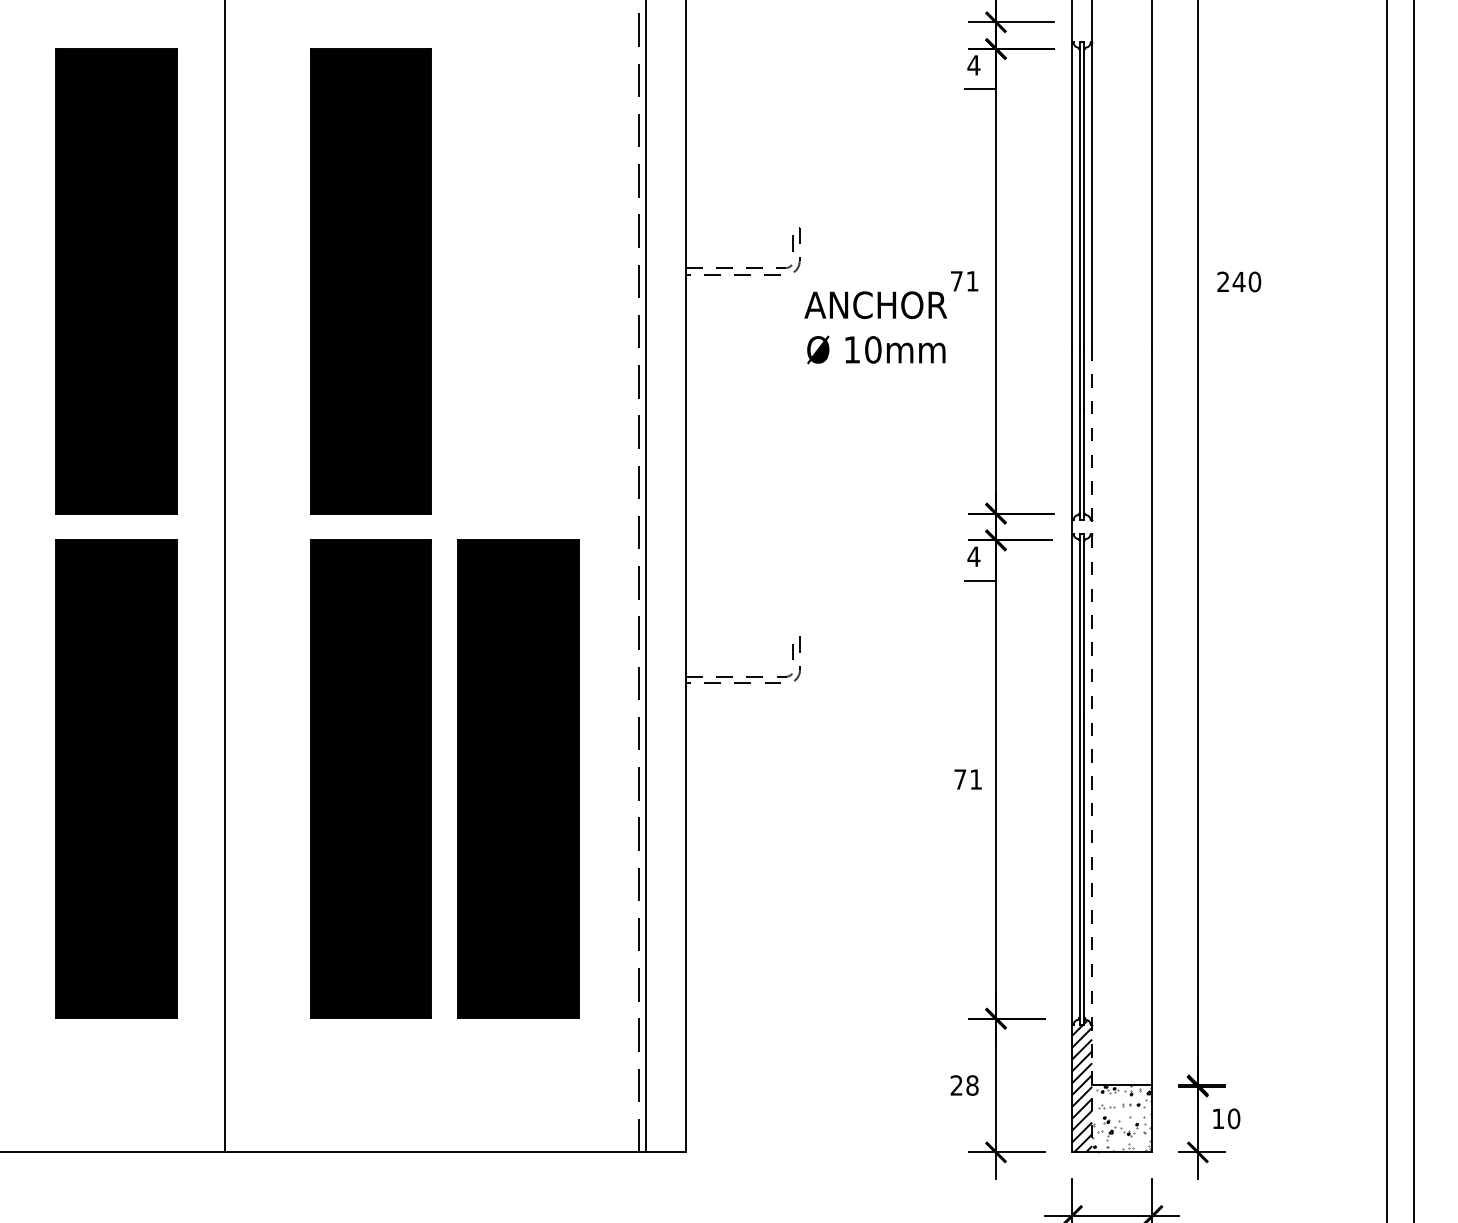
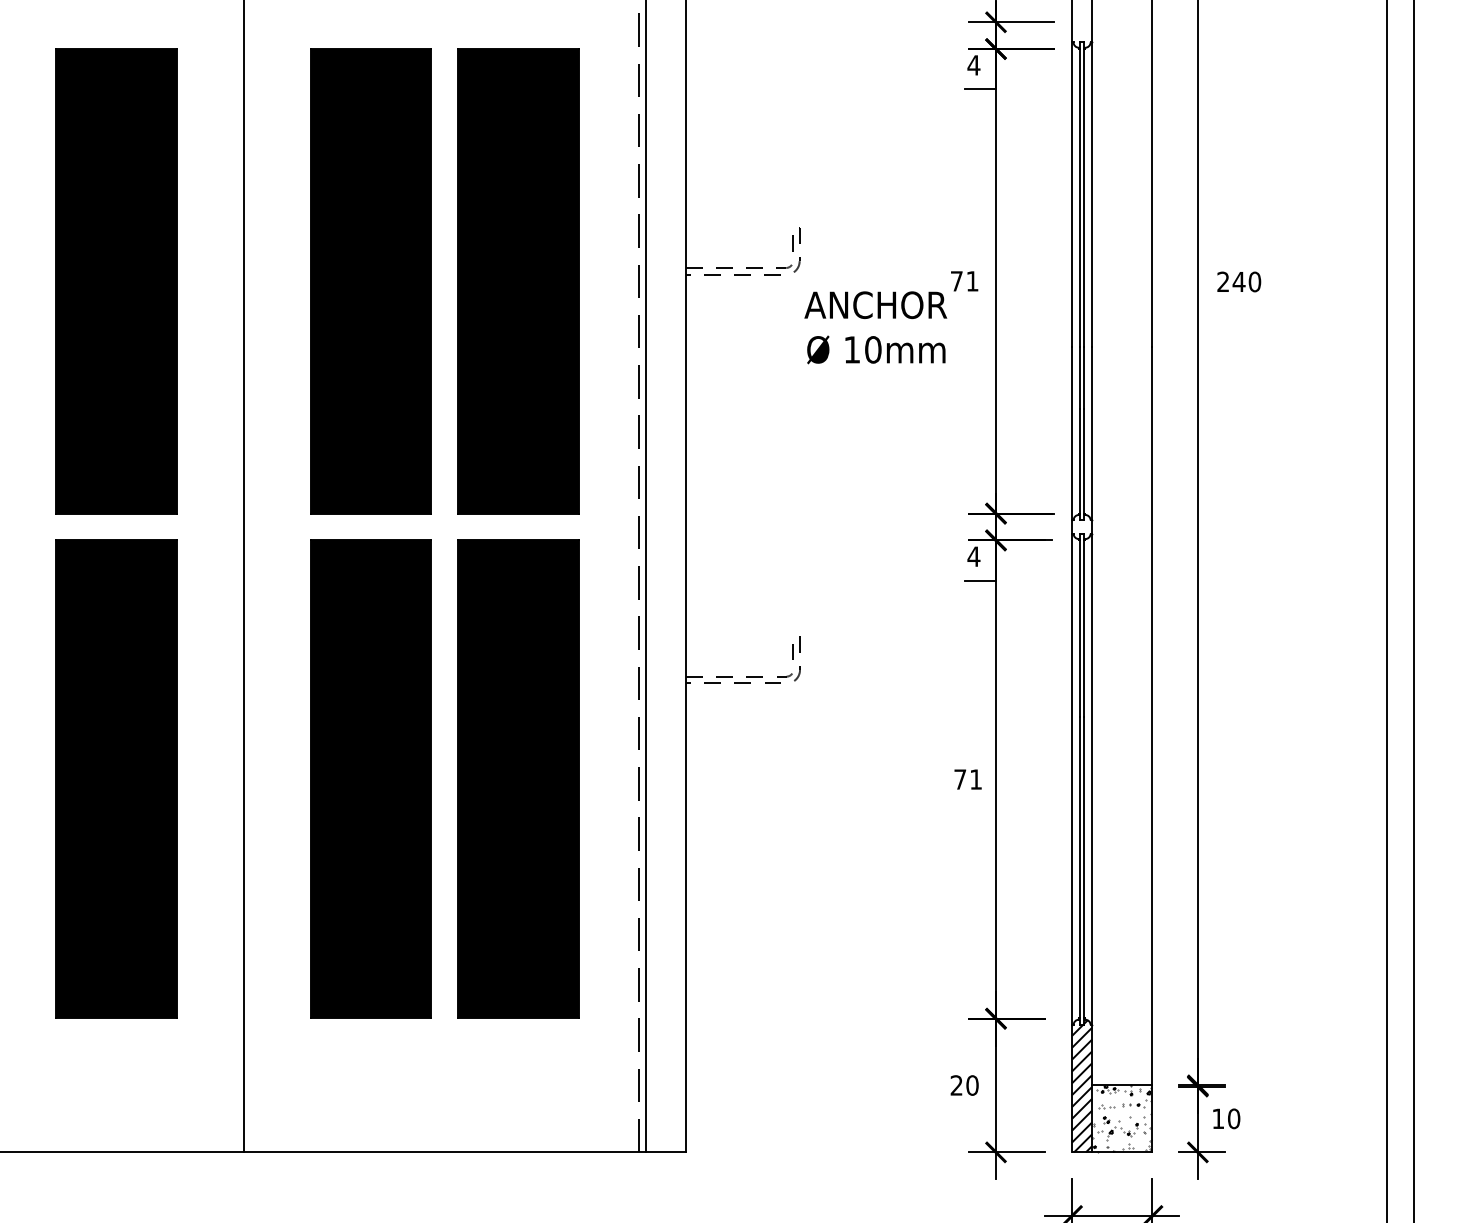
part at (518, 281): none -> present
line at (224, 577) position: (224, 577) -> (243, 577)
line at (1092, 750): dashed -> solid
text at (972, 1085): 28 -> 20
